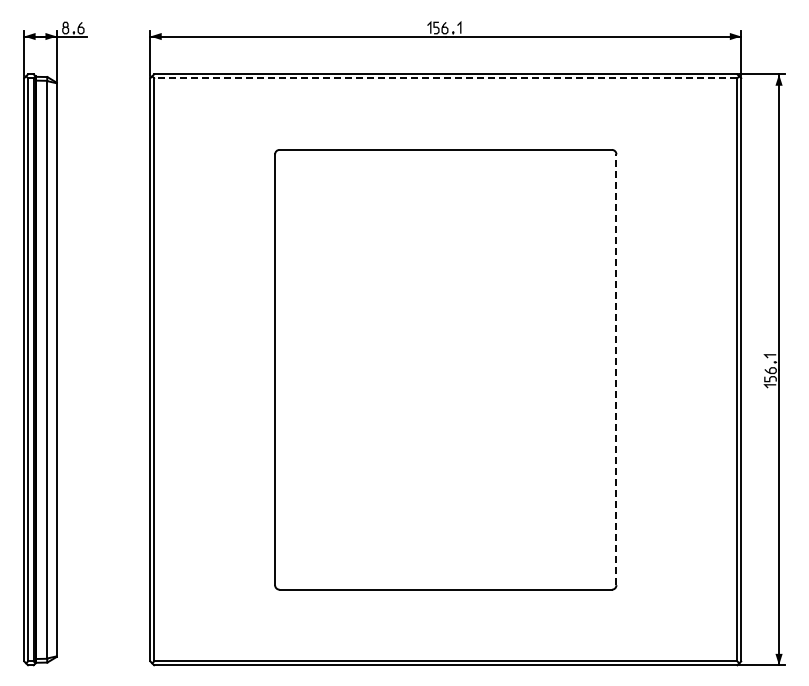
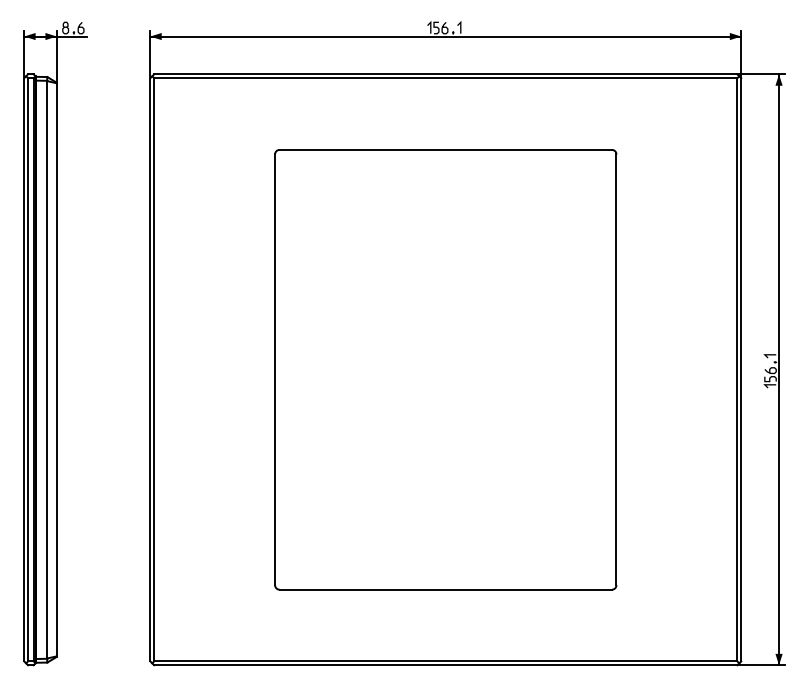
line at (445, 78): dashed -> solid
line at (616, 369): dashed -> solid
